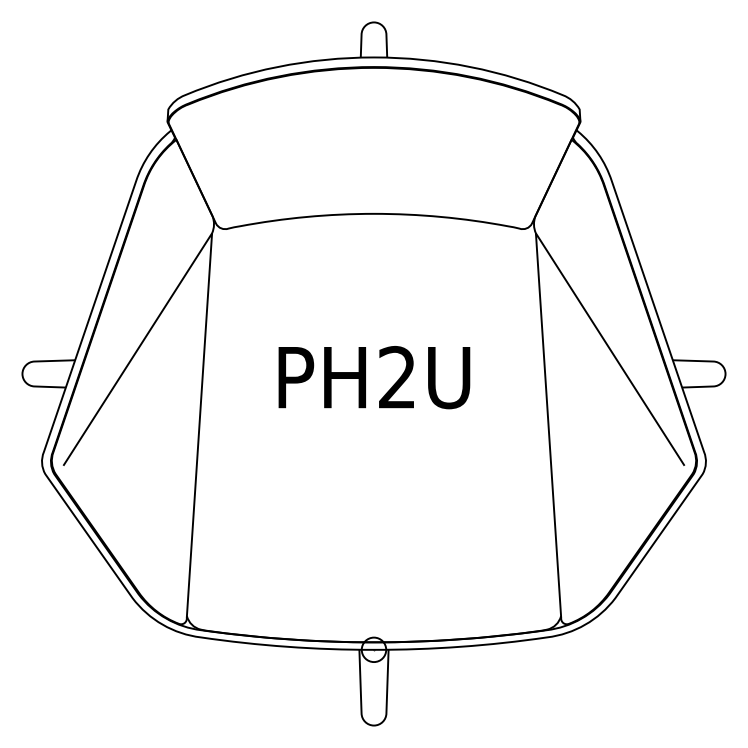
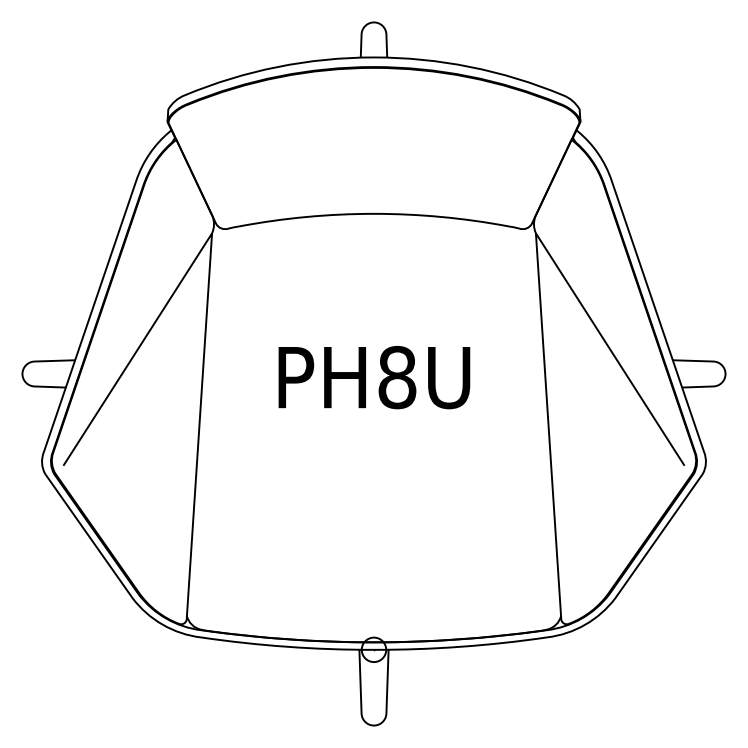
text at (397, 377): PH2U -> PH8U
